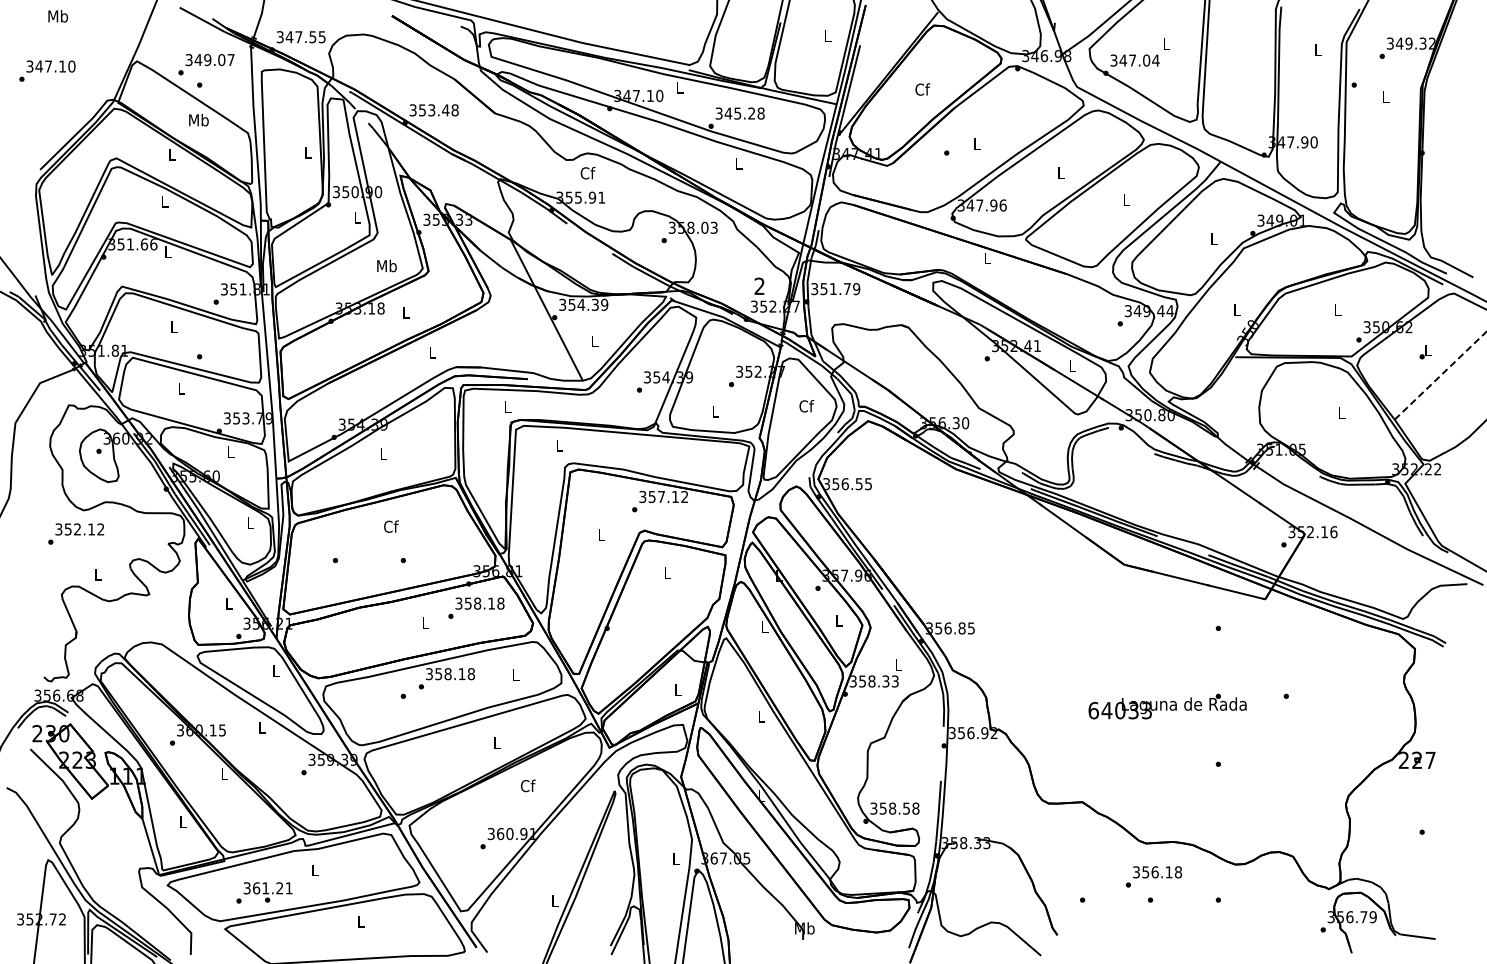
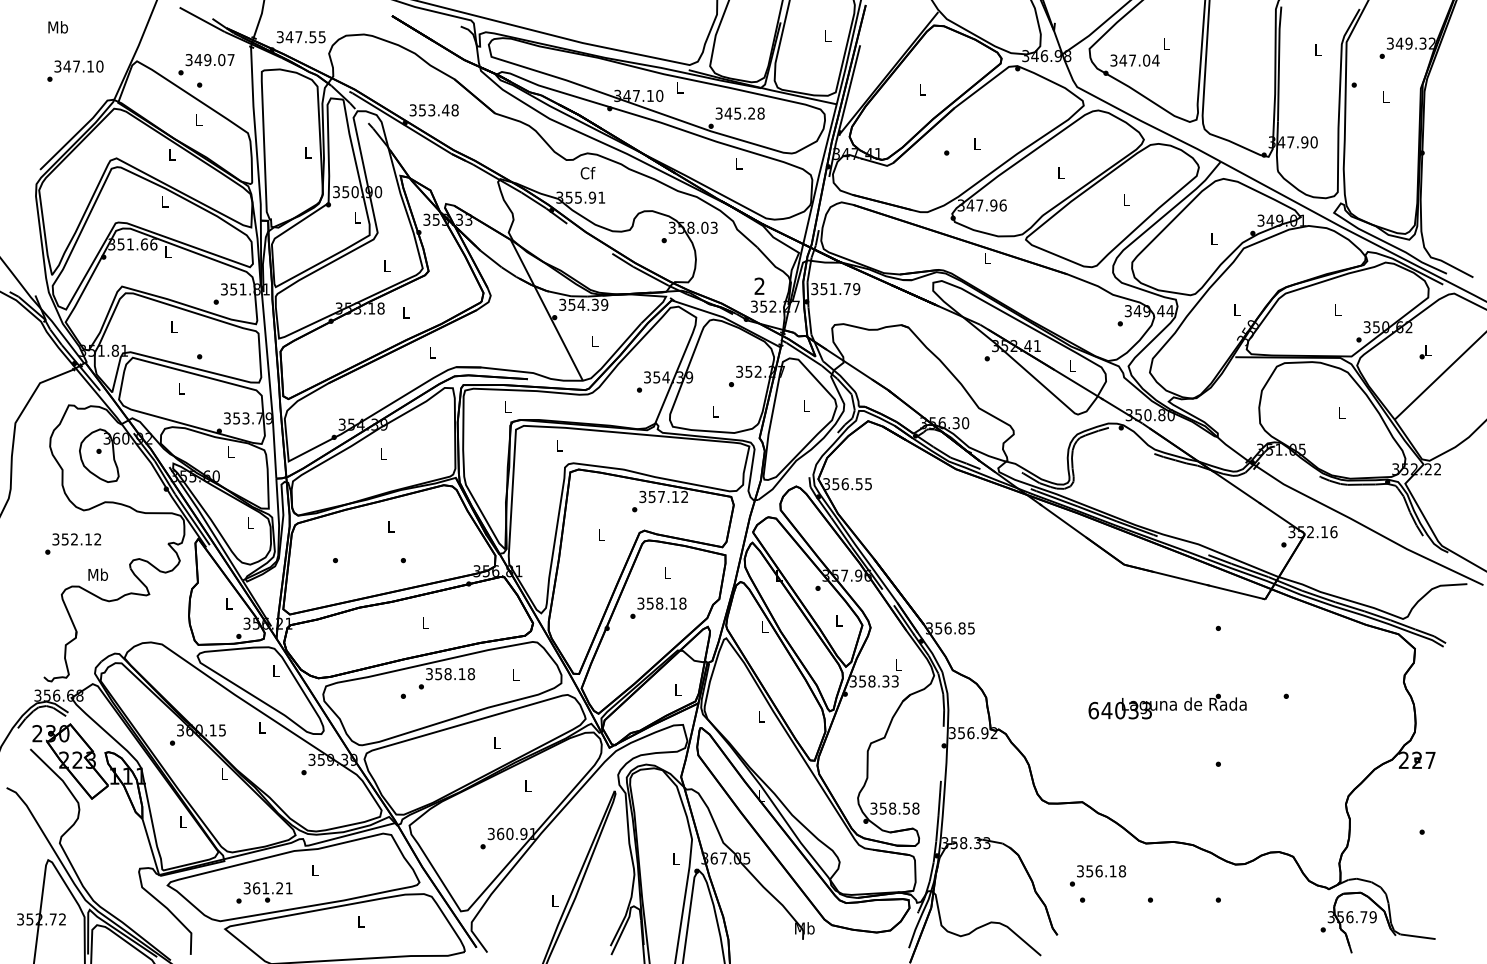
text at (57, 16) position: (57, 16) -> (57, 27)
text at (47, 70) position: (47, 70) -> (75, 70)
text at (922, 89): Cf -> L
text at (198, 119): Mb -> L
text at (386, 265): Mb -> L
line at (1440, 375): dashed -> solid
text at (806, 406): Cf -> L
text at (391, 526): Cf -> L
text at (76, 533) position: (76, 533) -> (73, 543)
text at (98, 574): L -> Mb
text at (476, 607) position: (476, 607) -> (658, 607)
text at (528, 785): Cf -> L
text at (1153, 876) position: (1153, 876) -> (1097, 875)
